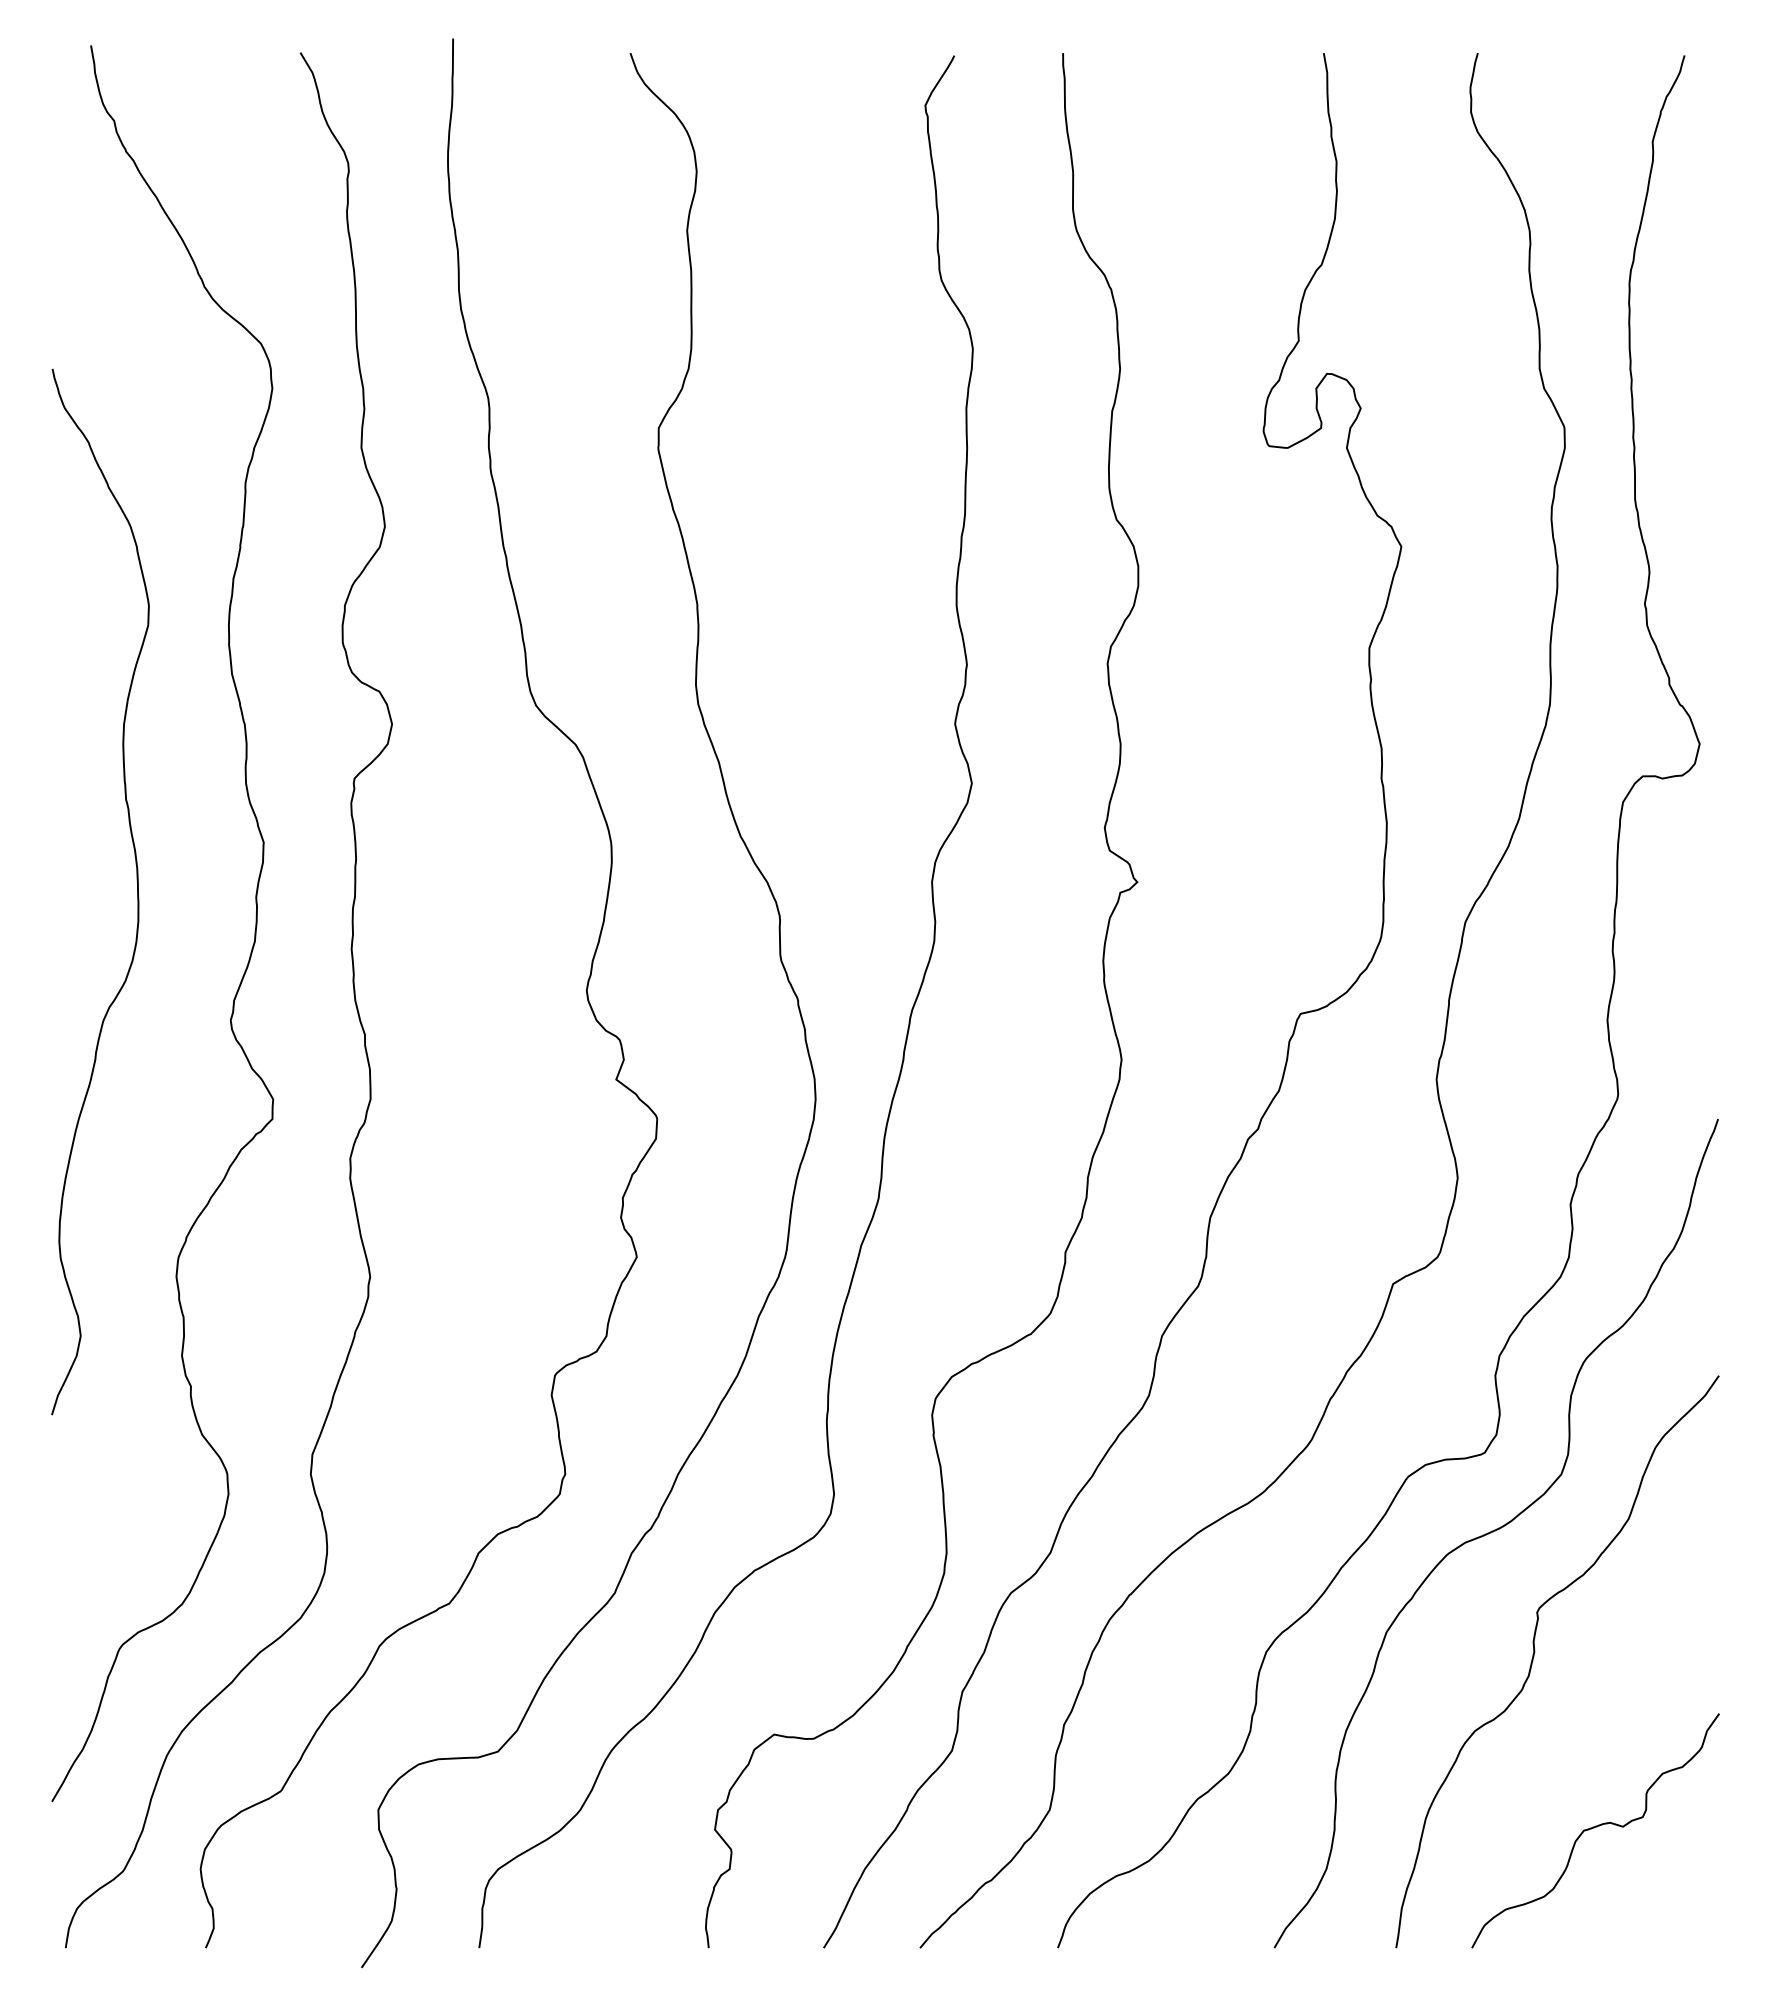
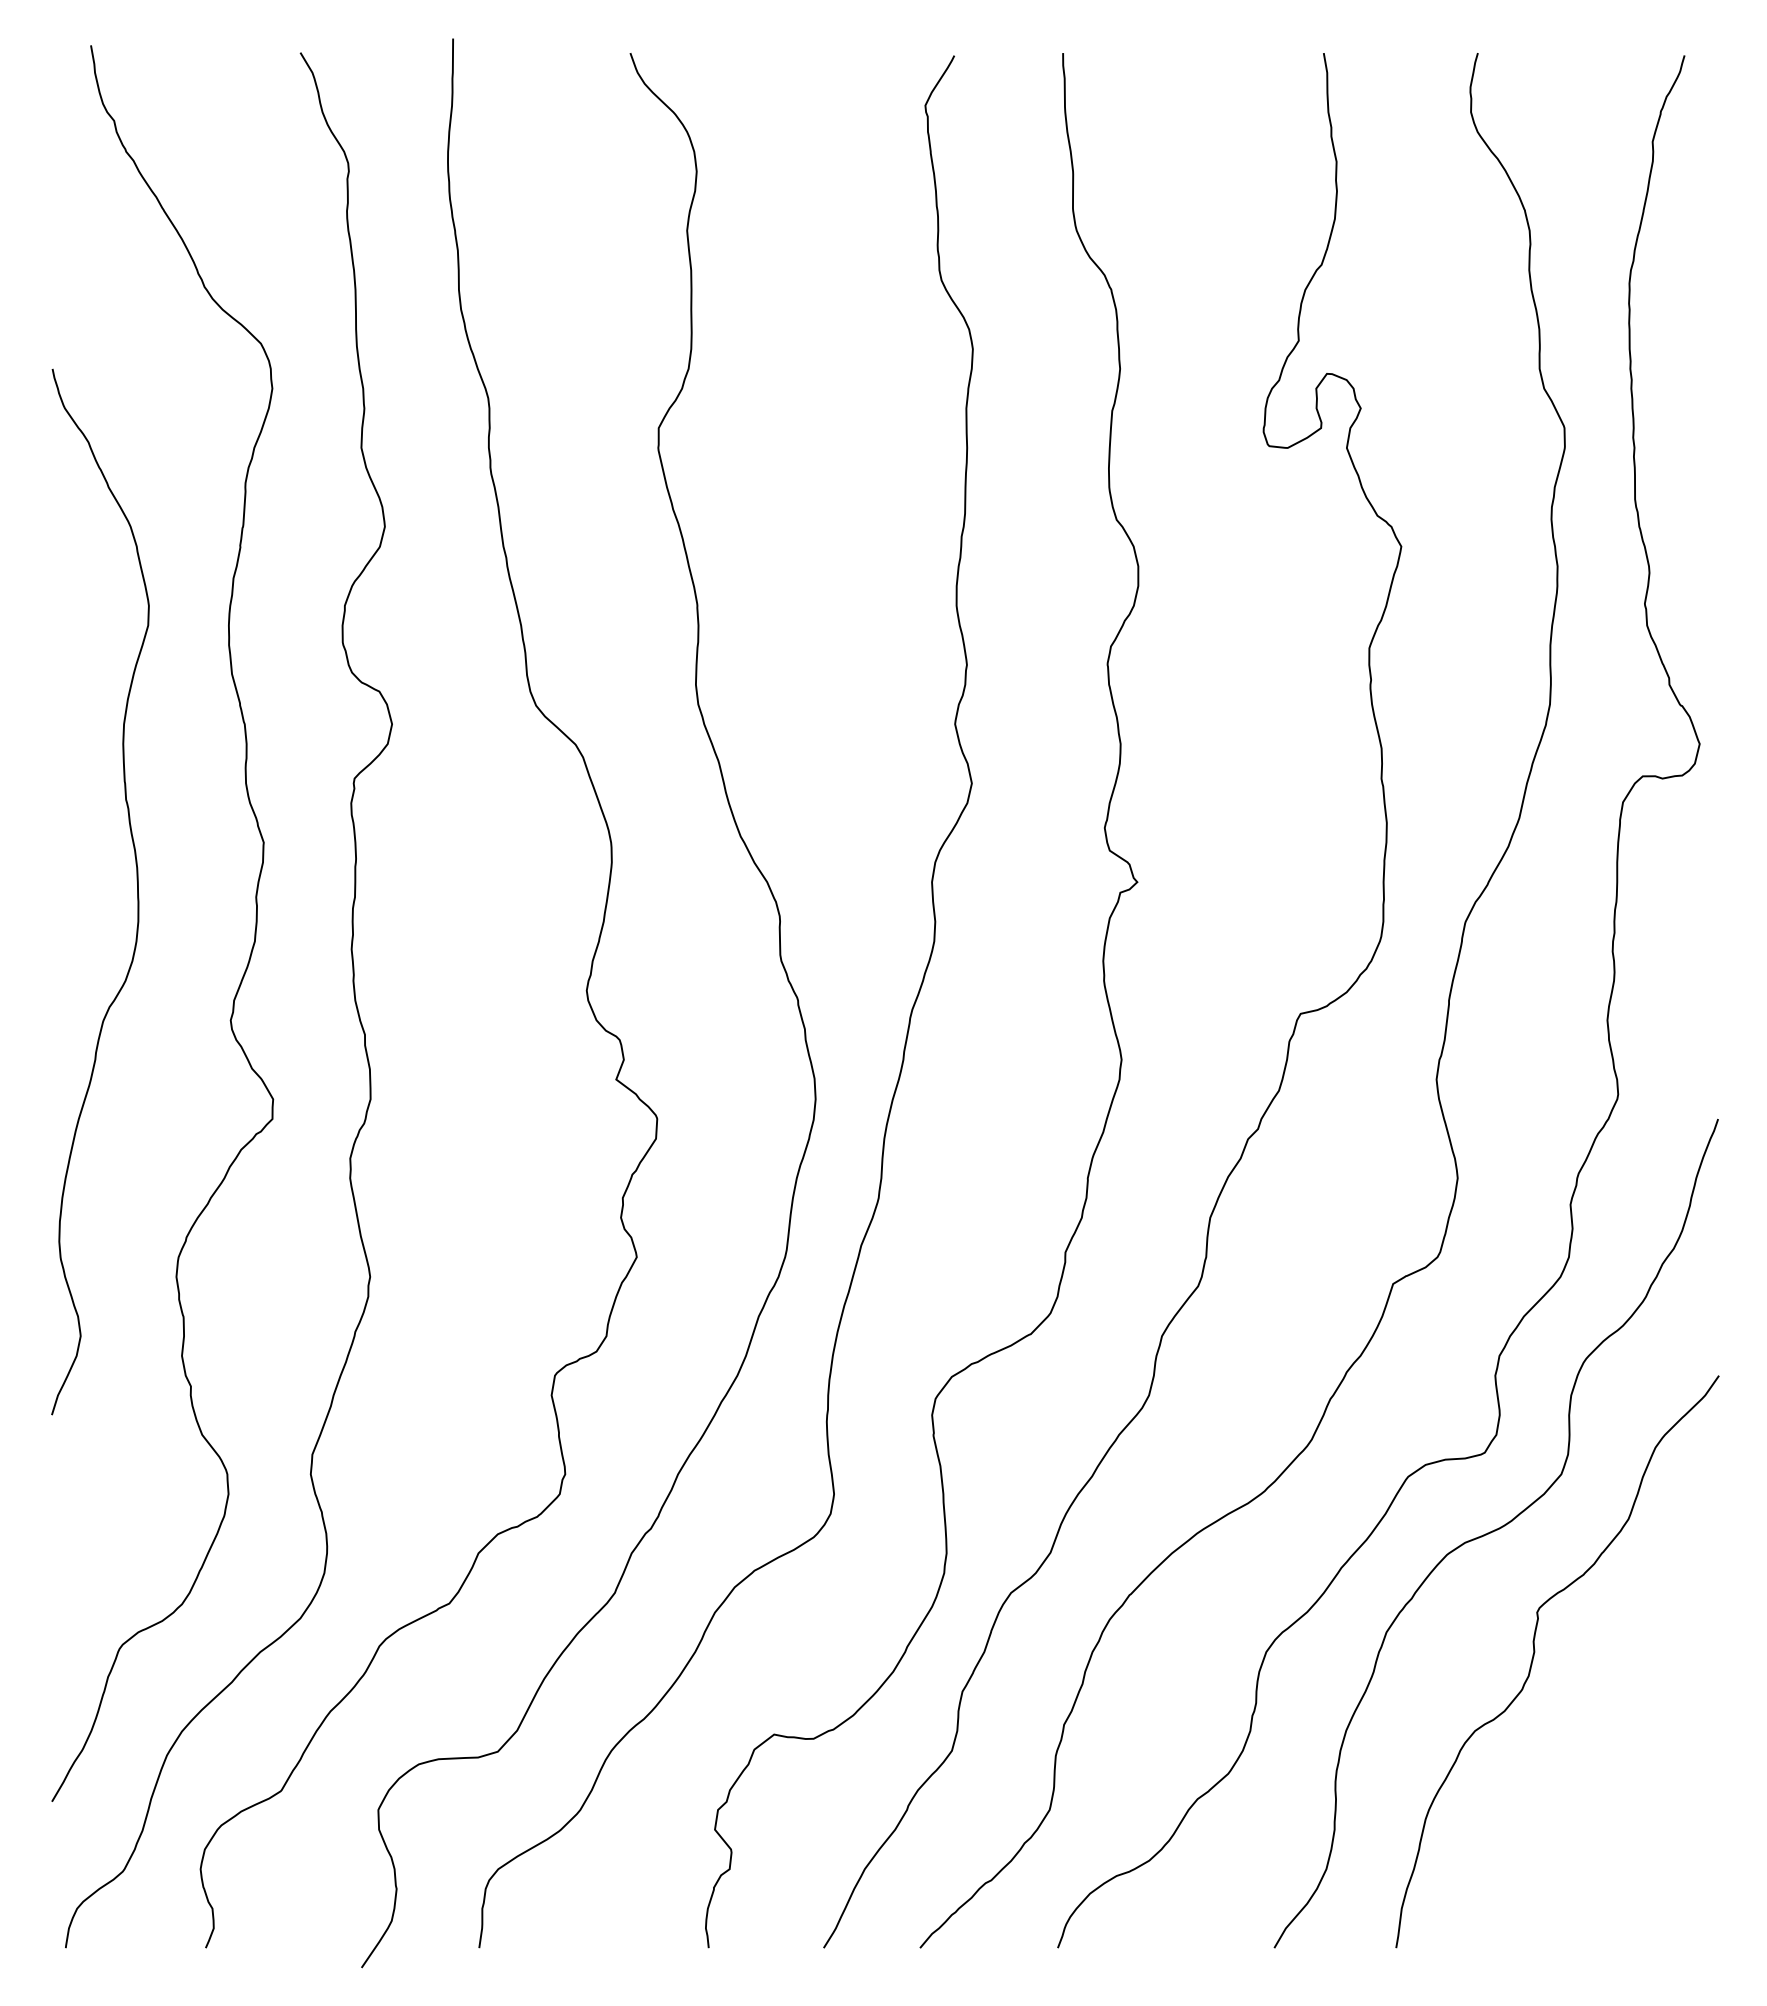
curve at (1594, 1828): present -> none
